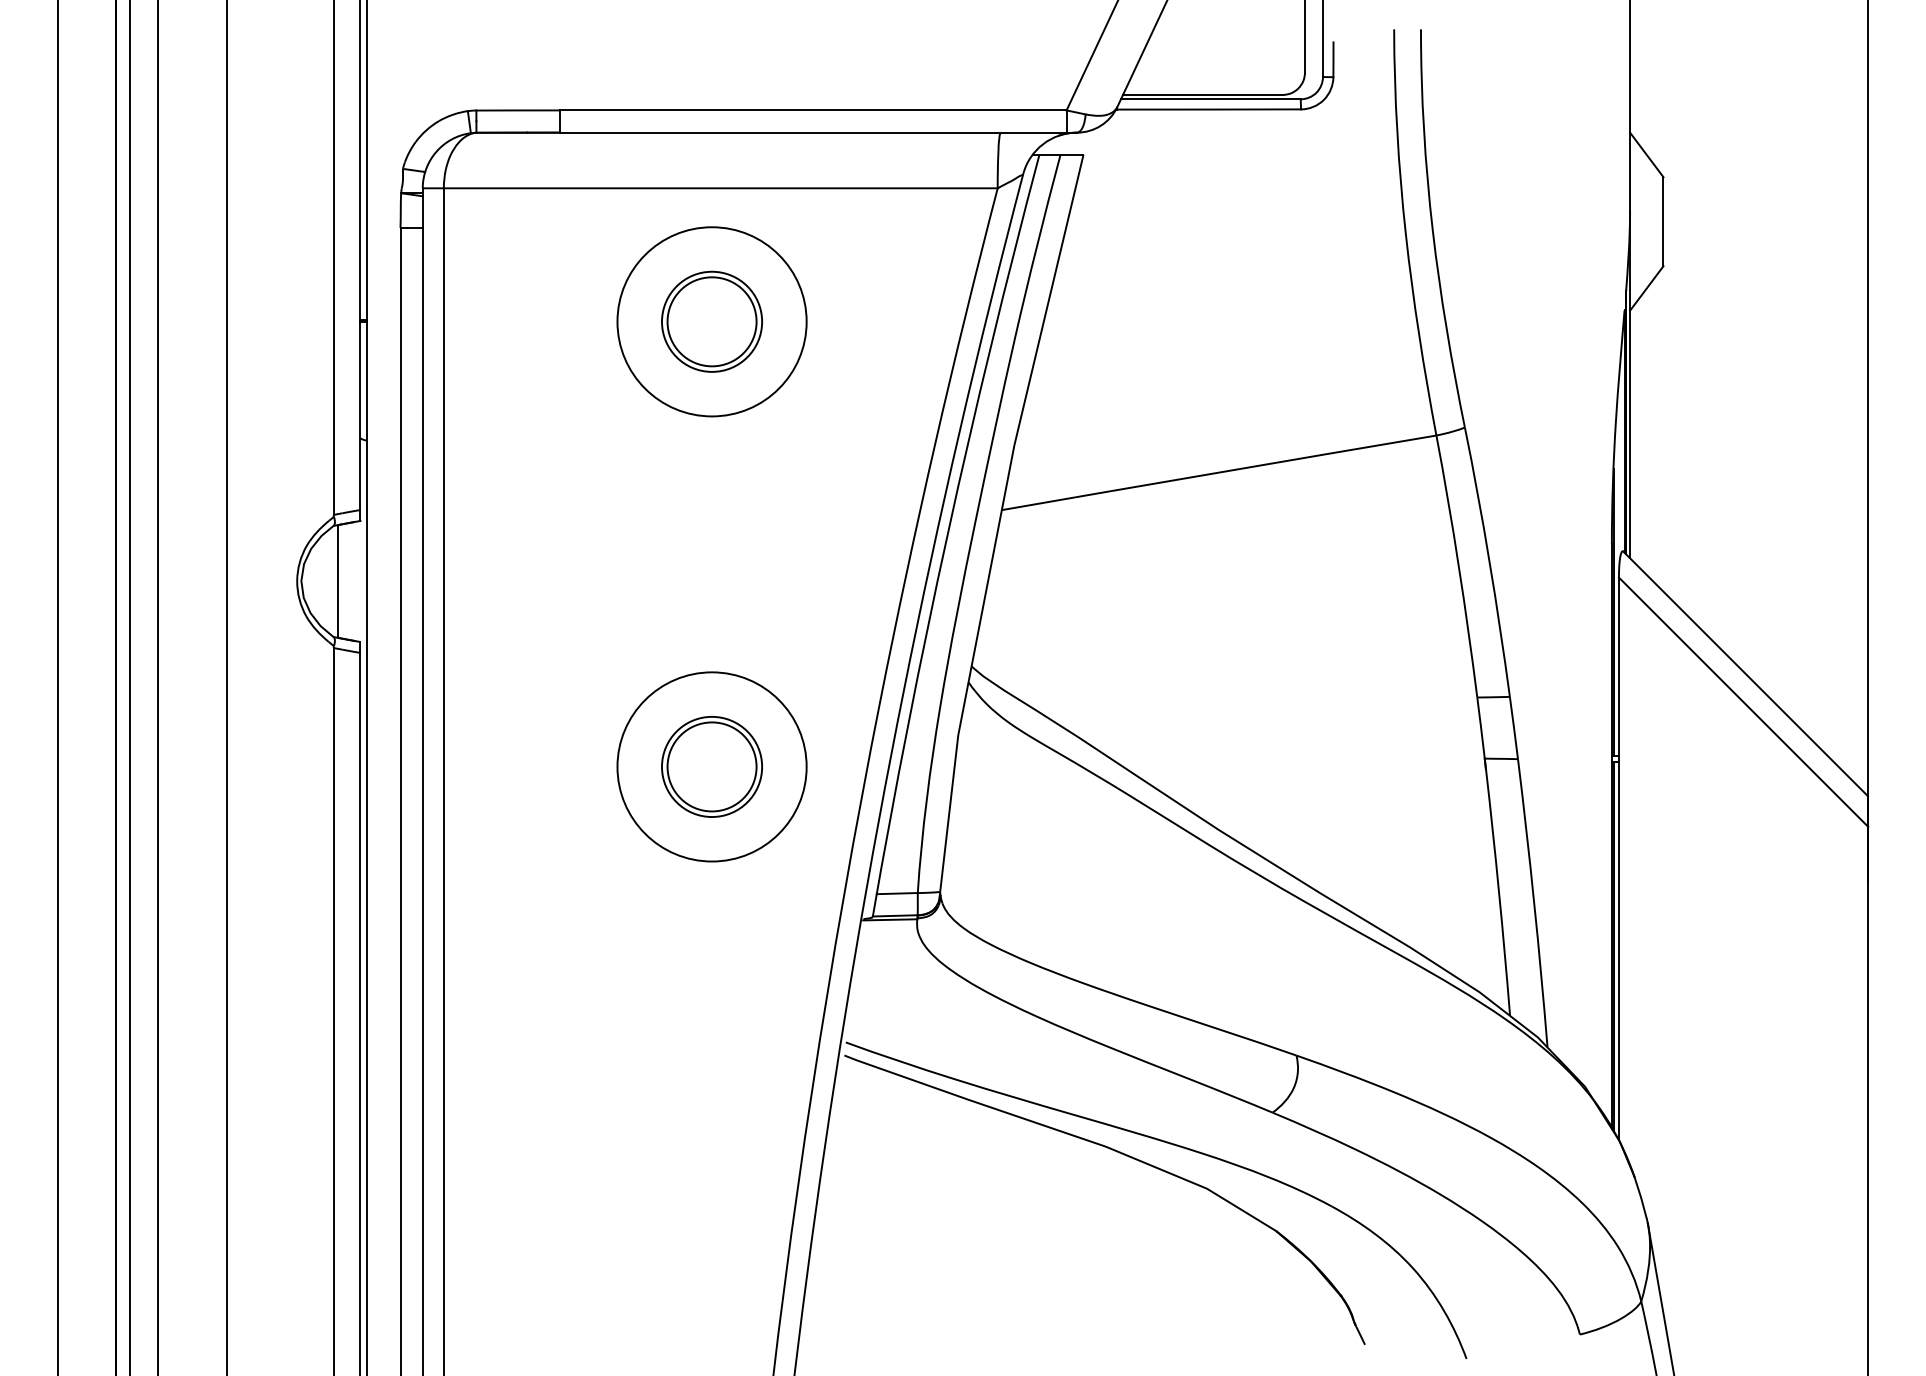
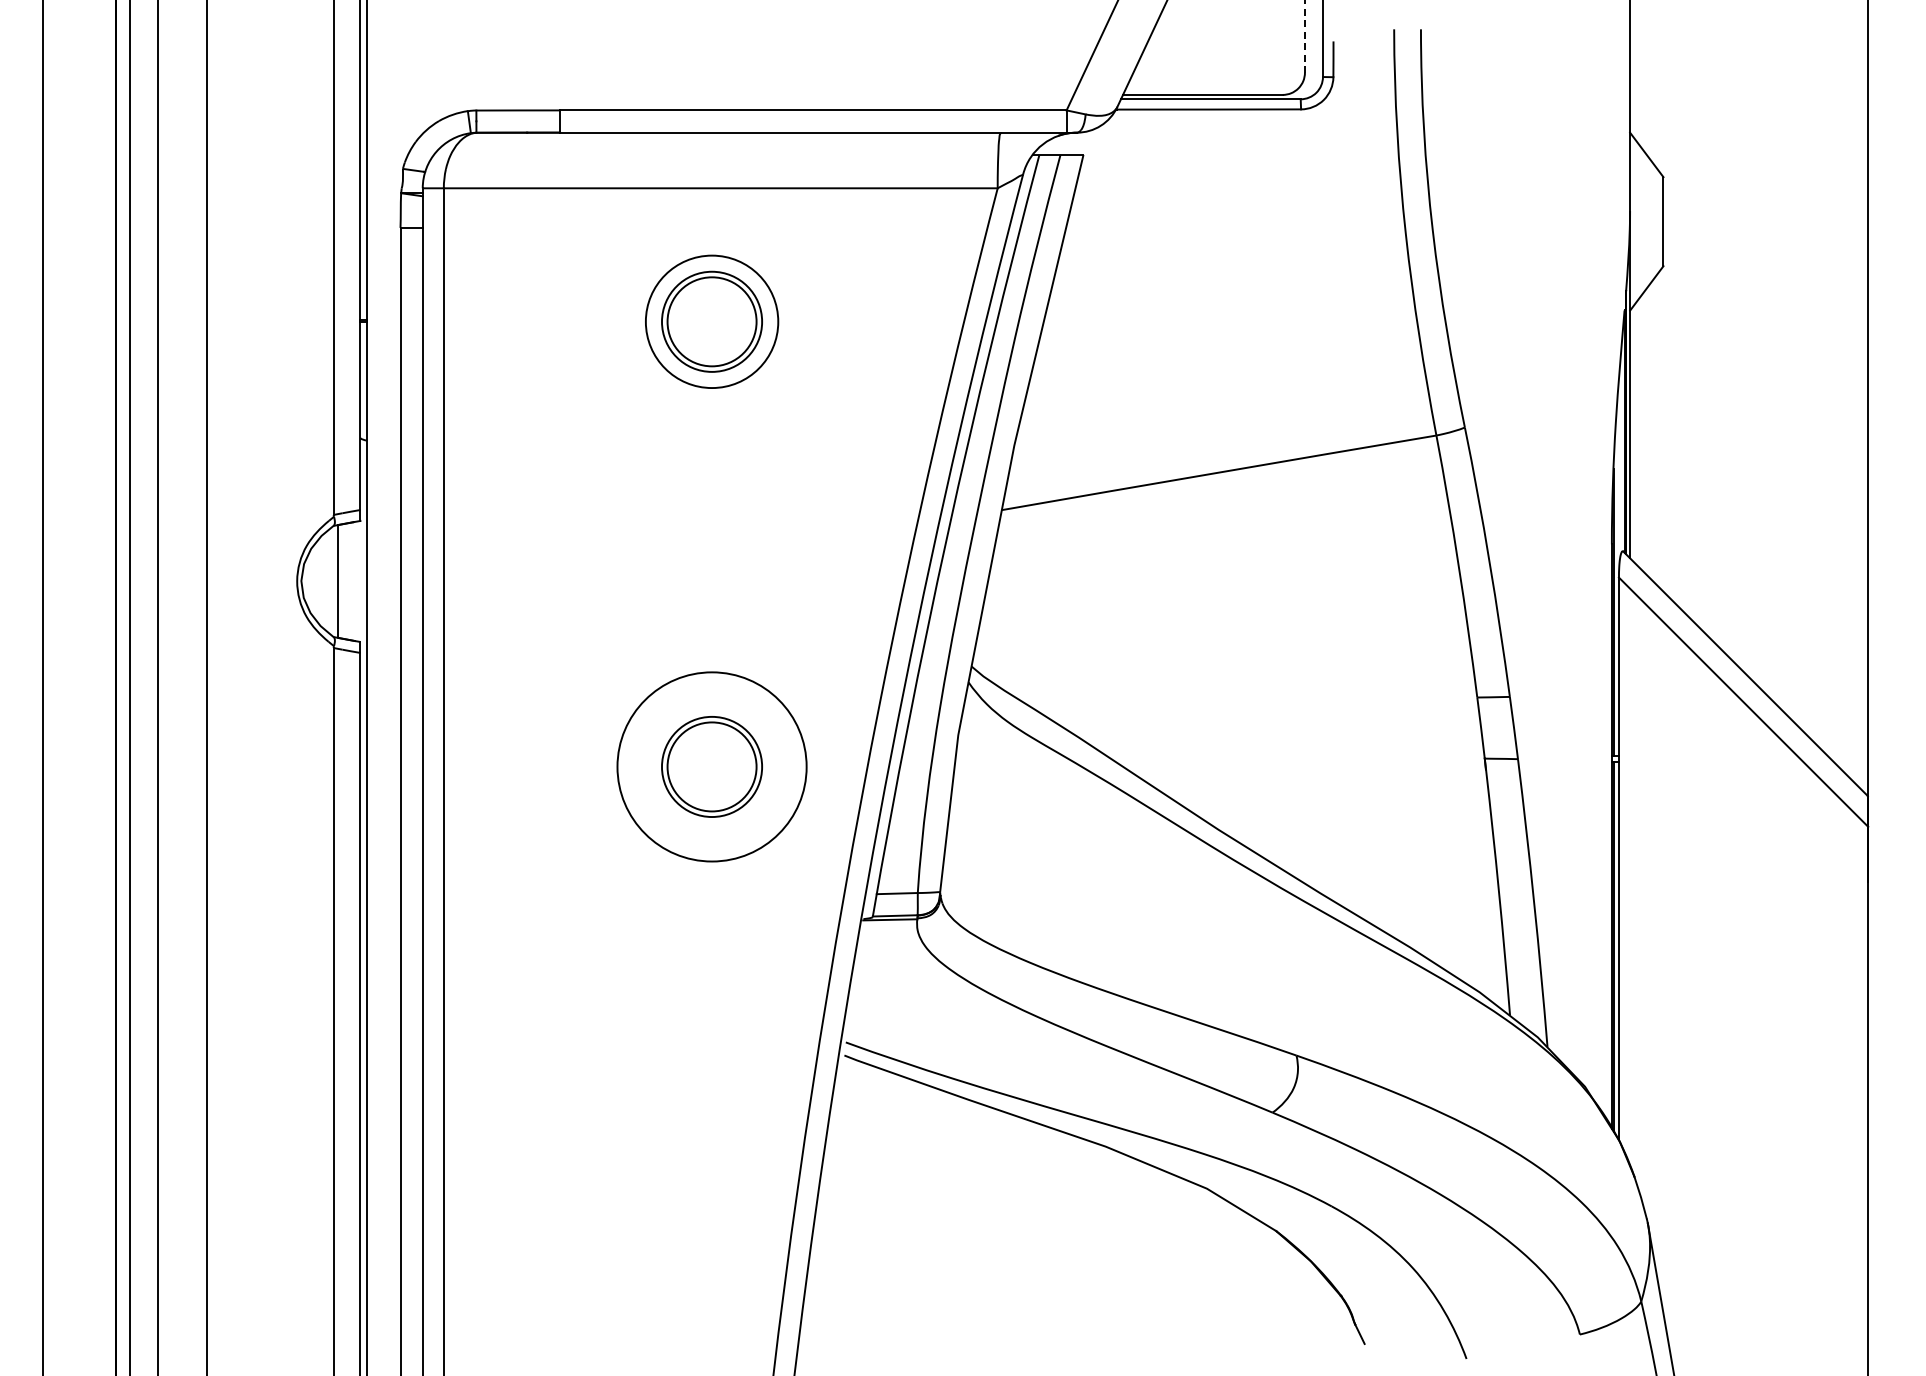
line at (1304, 36): solid -> dashed
circle at (711, 321) diameter: 189 px -> 132 px
line at (57, 687) position: (57, 687) -> (42, 687)
line at (226, 687) position: (226, 687) -> (206, 687)
